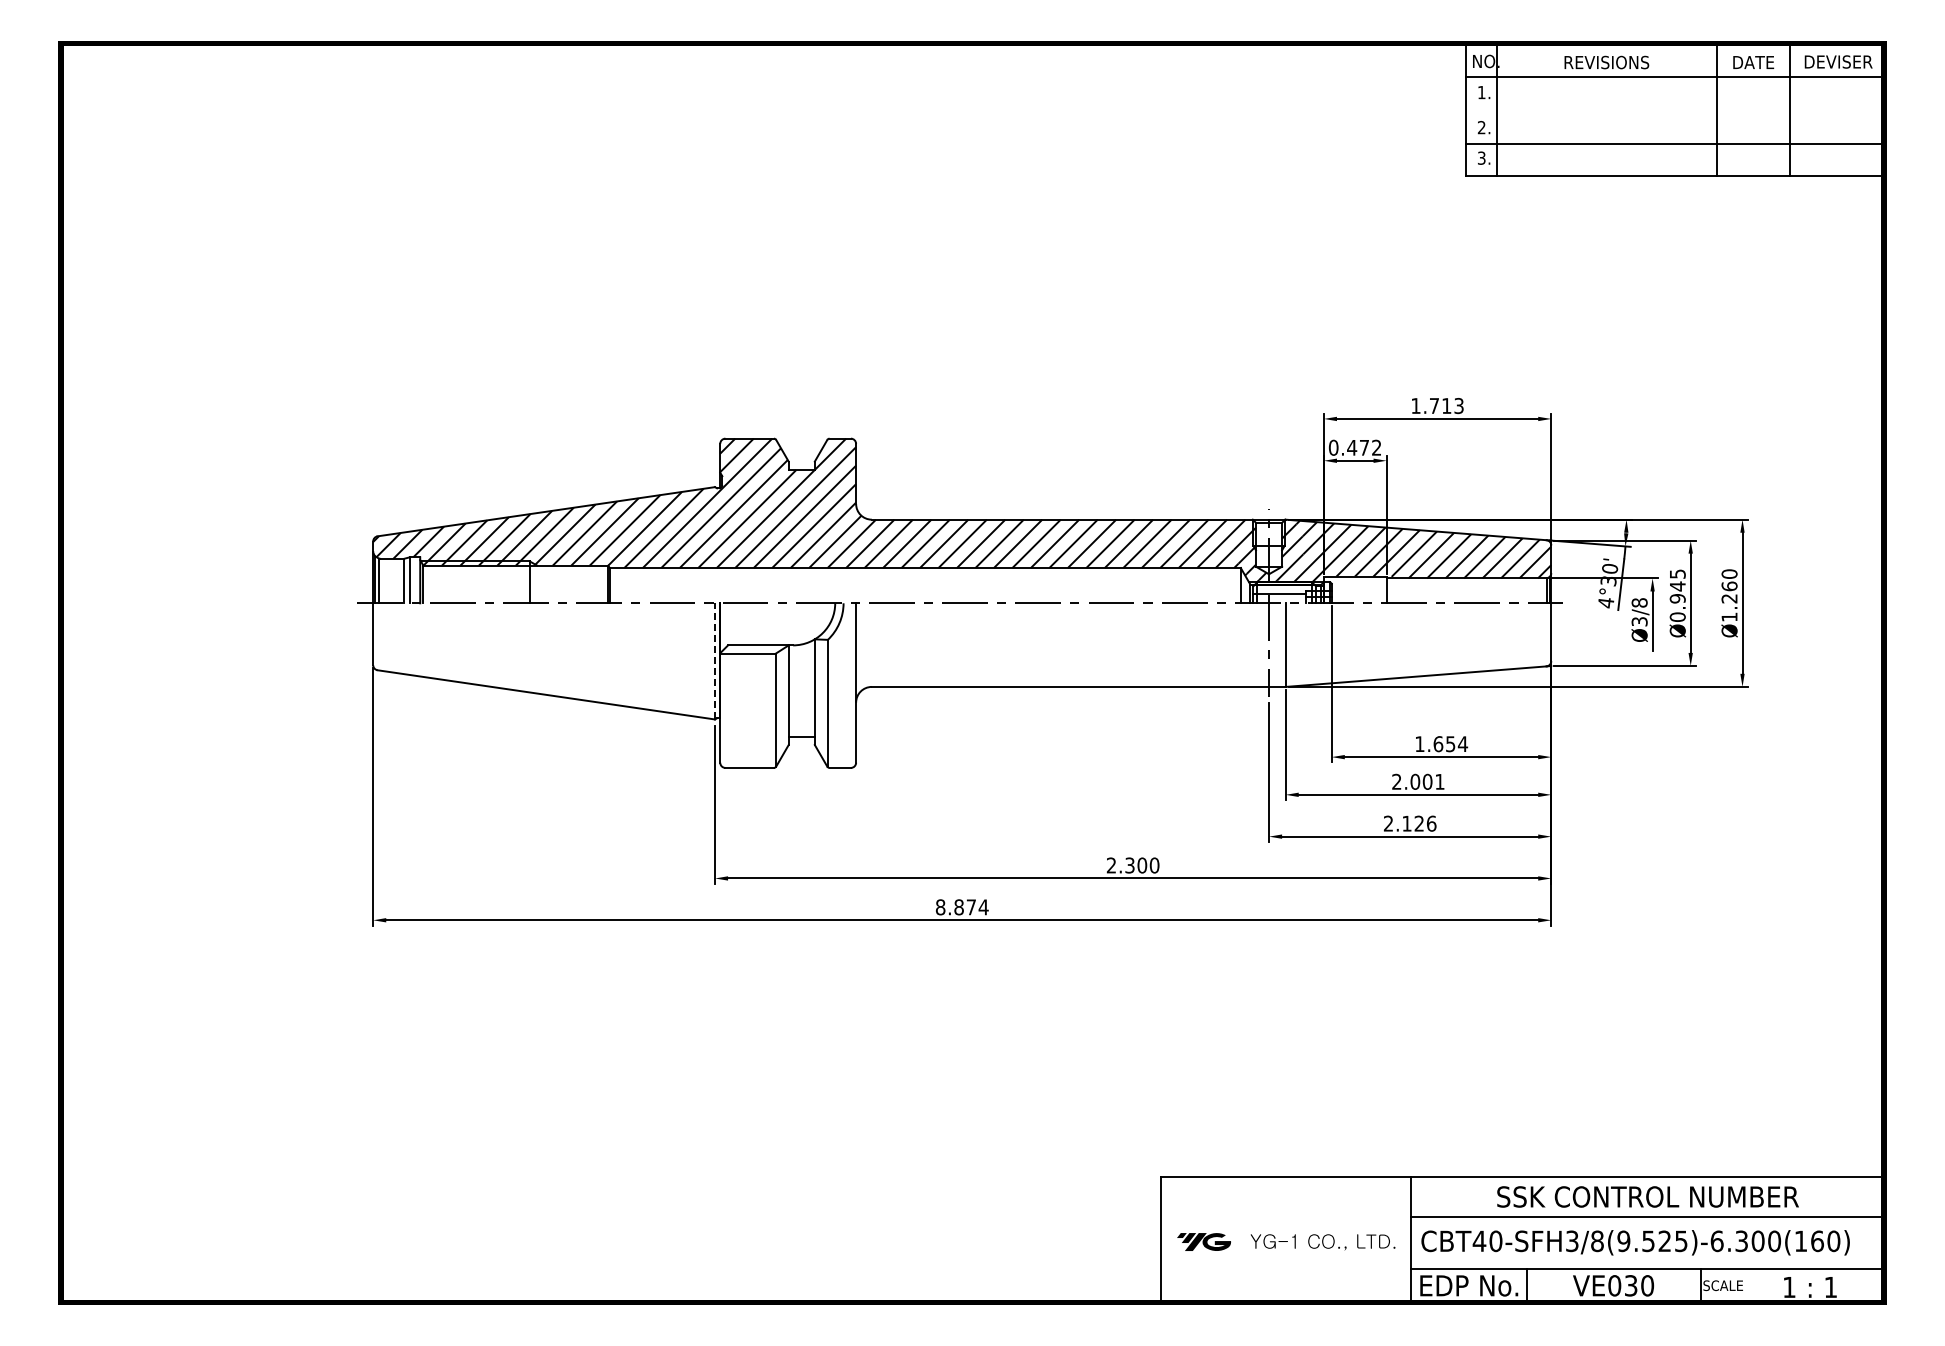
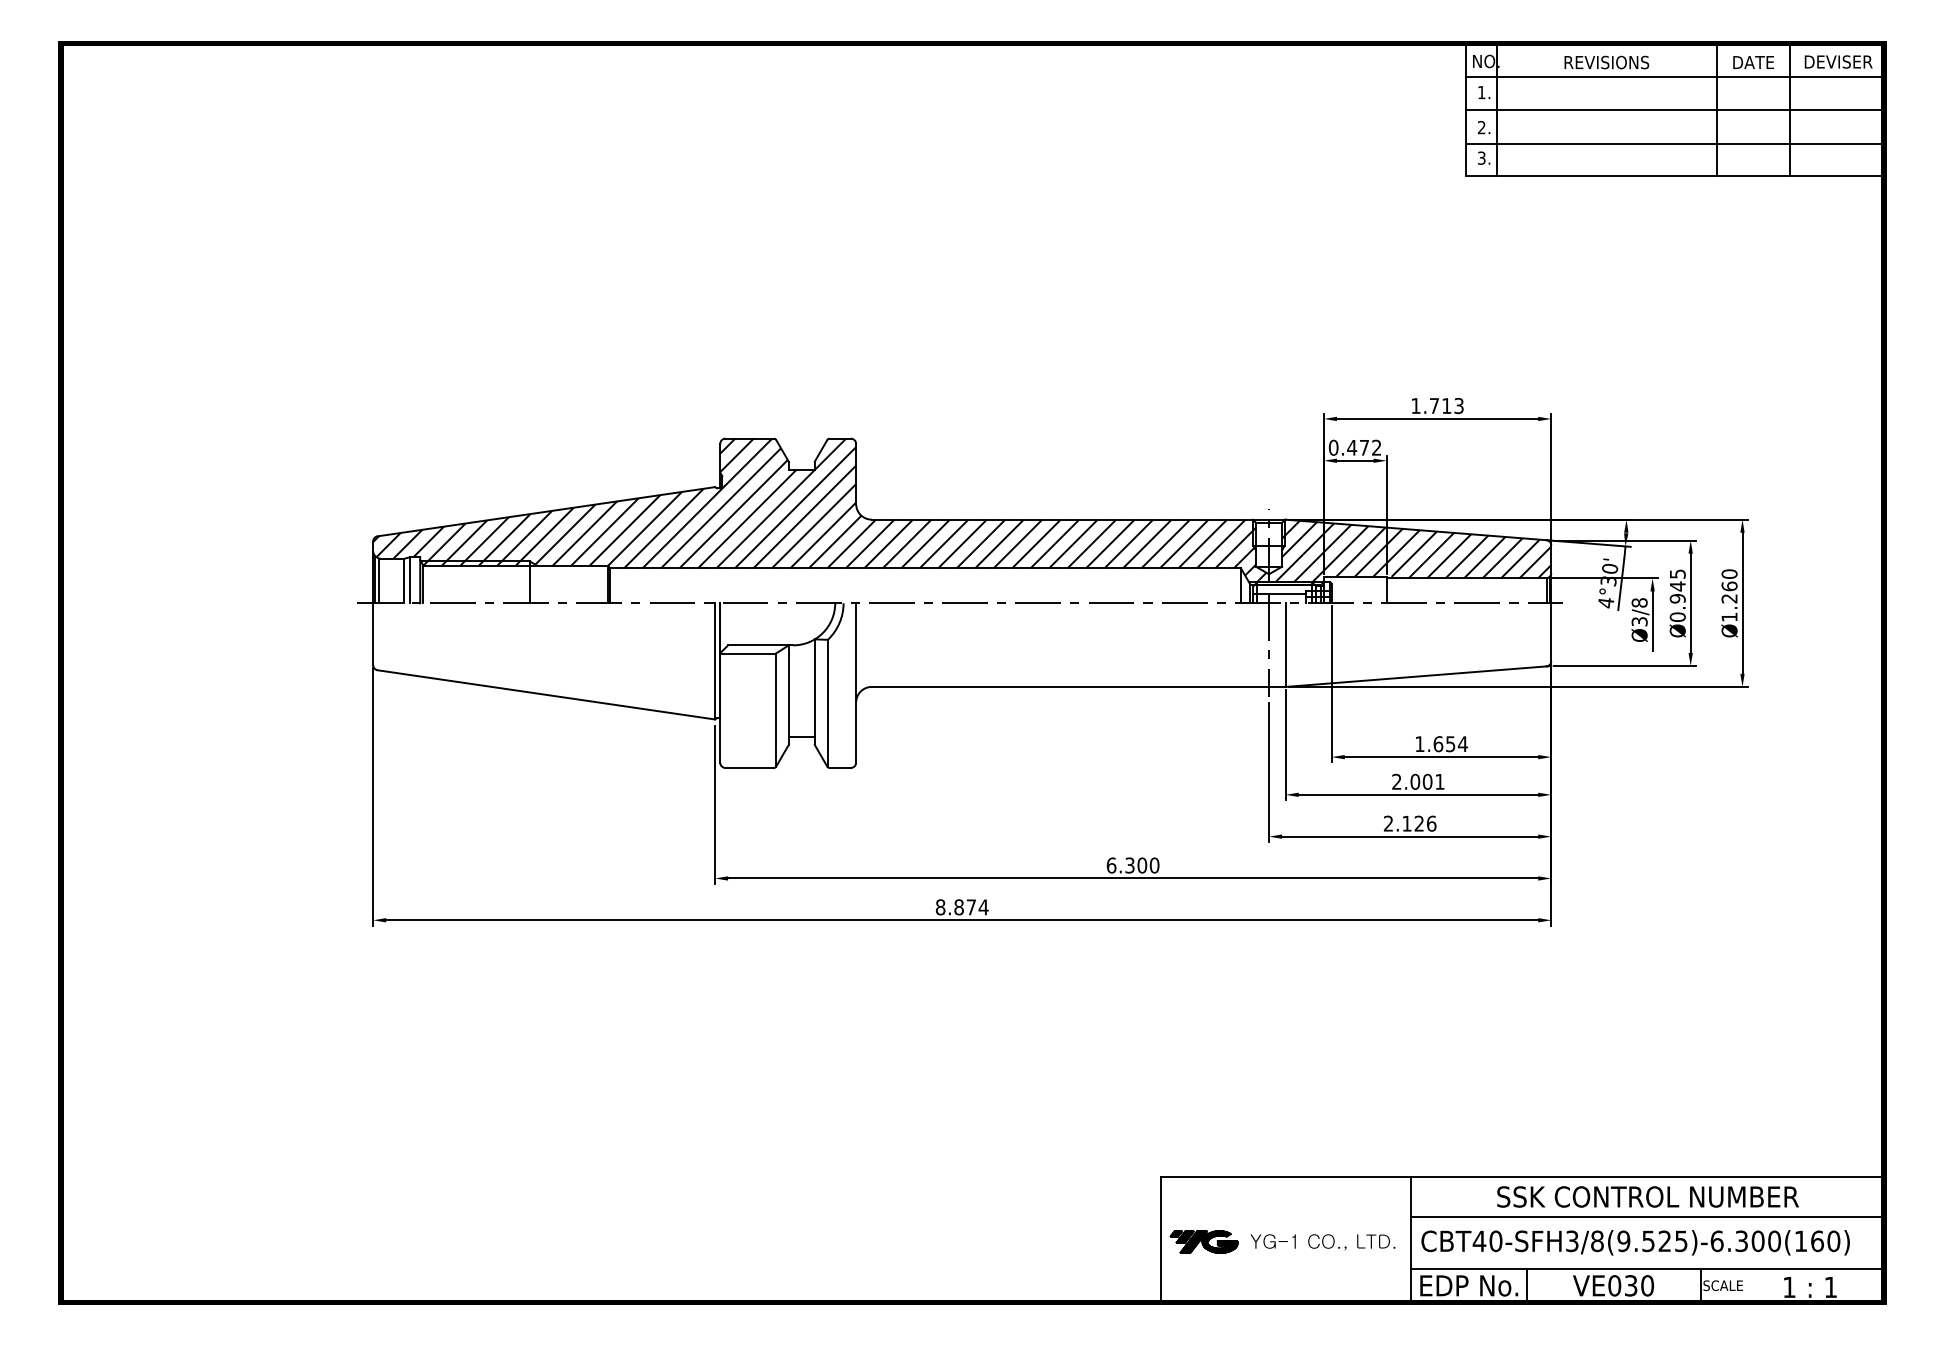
line at (1674, 110): none -> present
line at (715, 660): dashed -> solid
text at (1111, 865): 2.300 -> 6.300
part at (1203, 1241) size: 54x18 px -> 70x24 px
